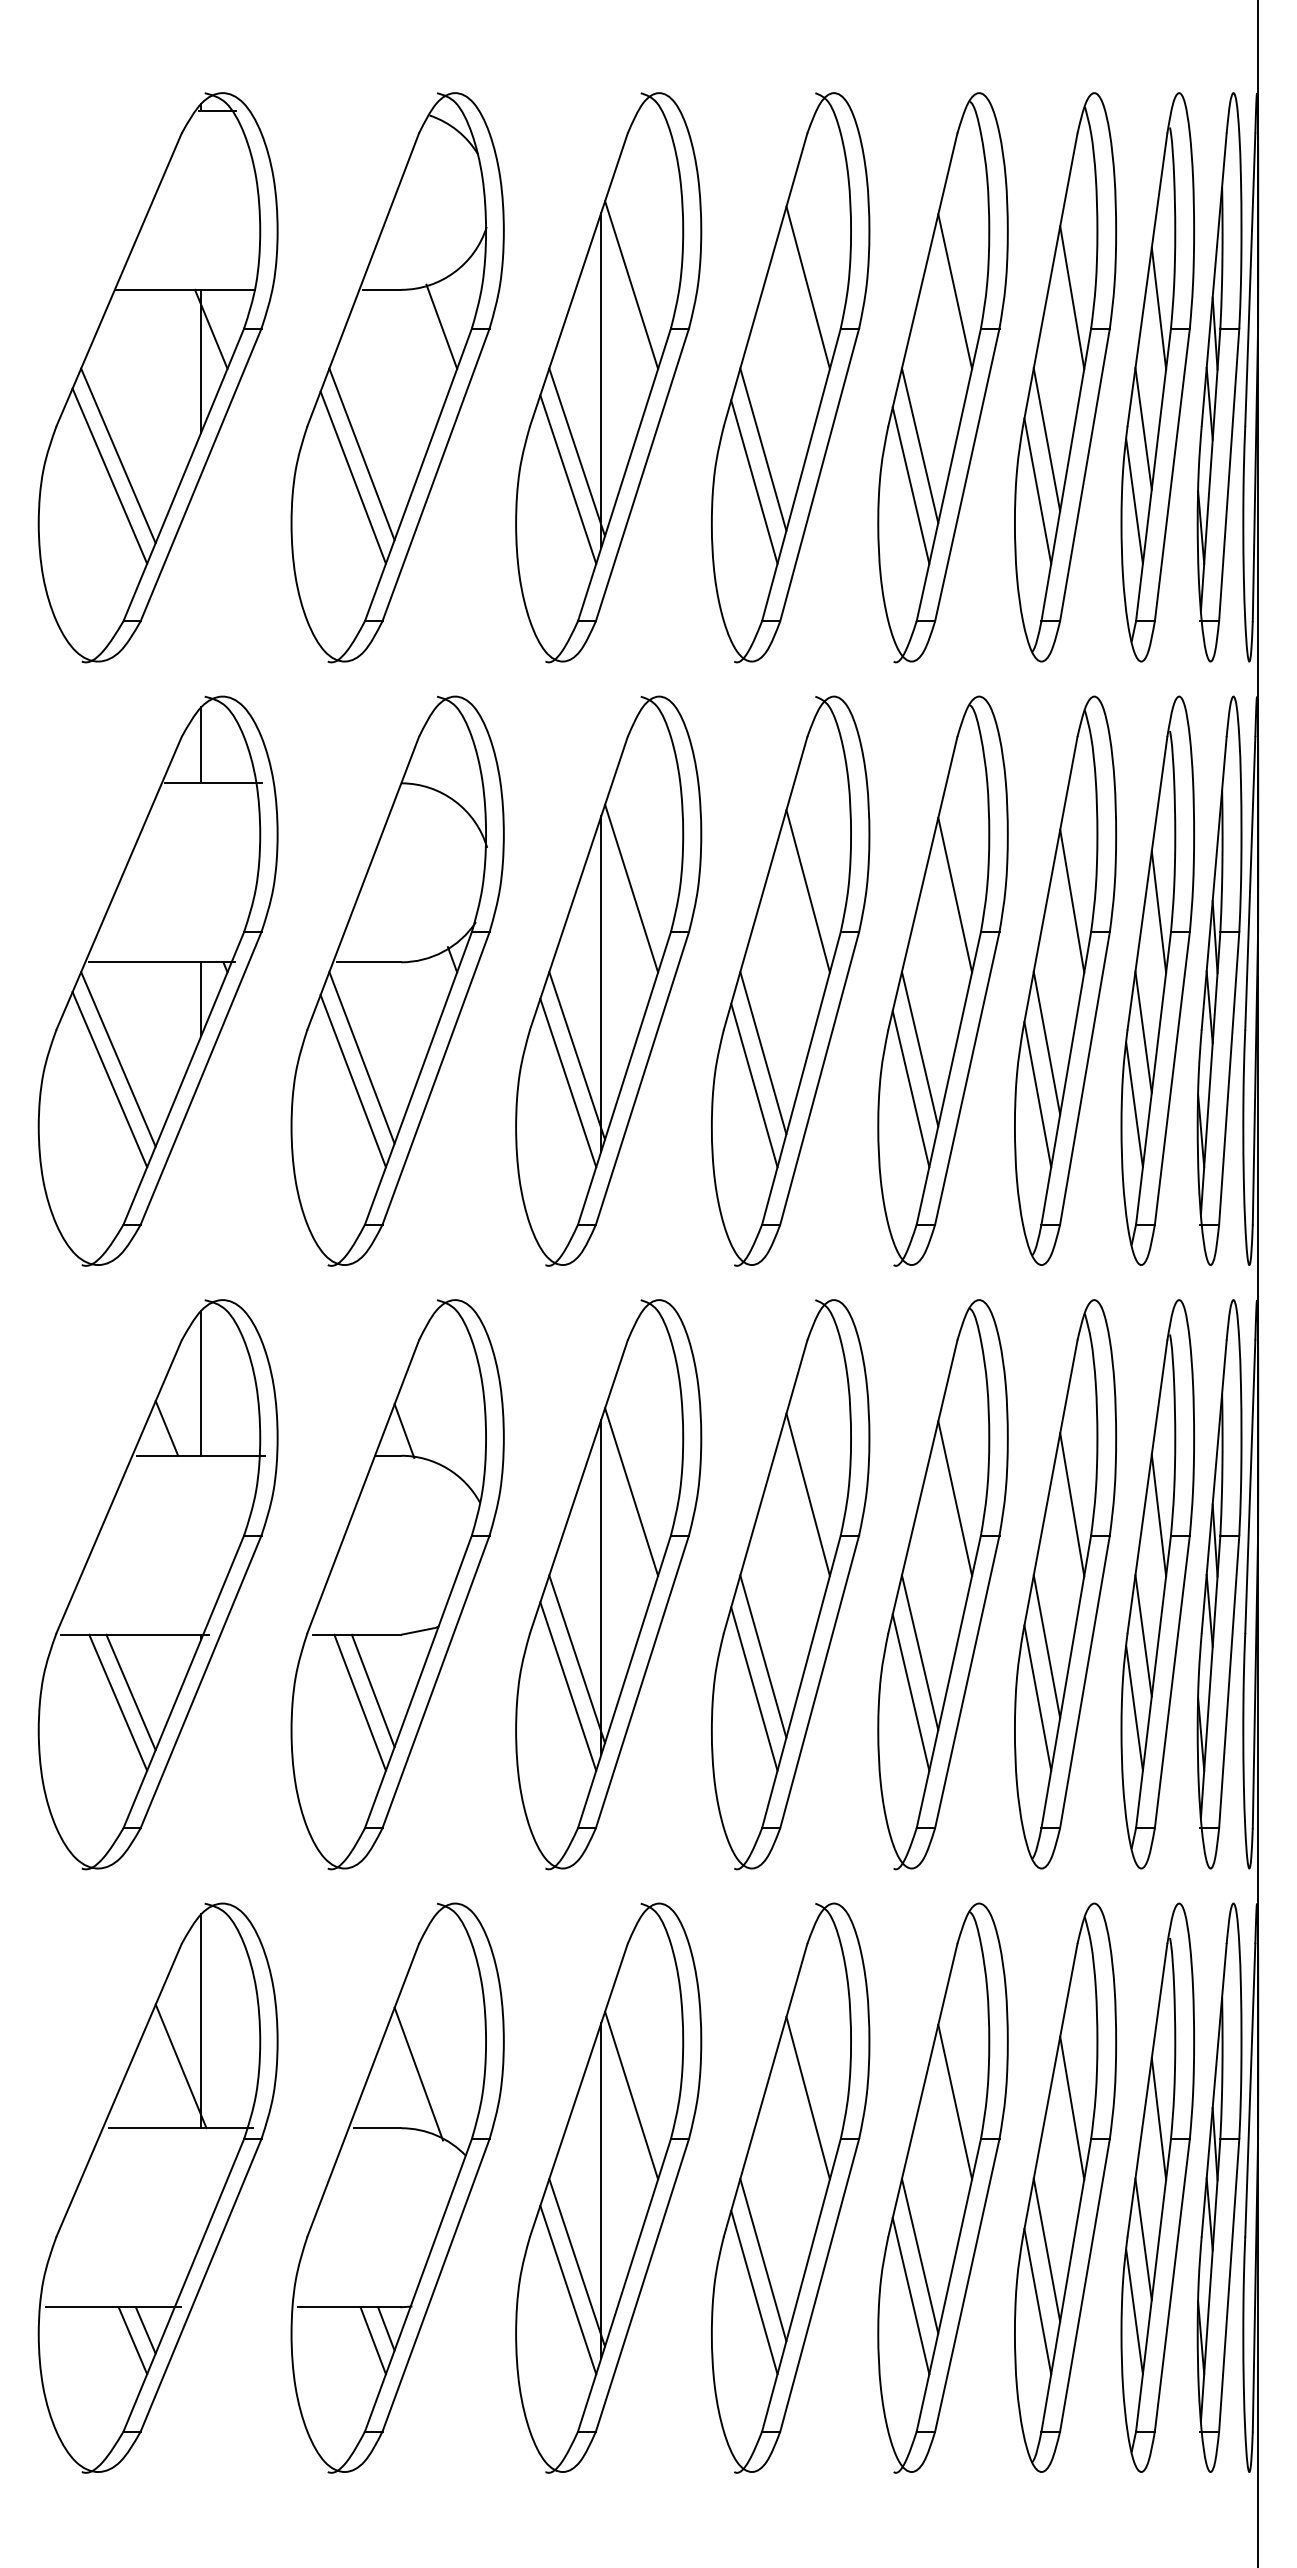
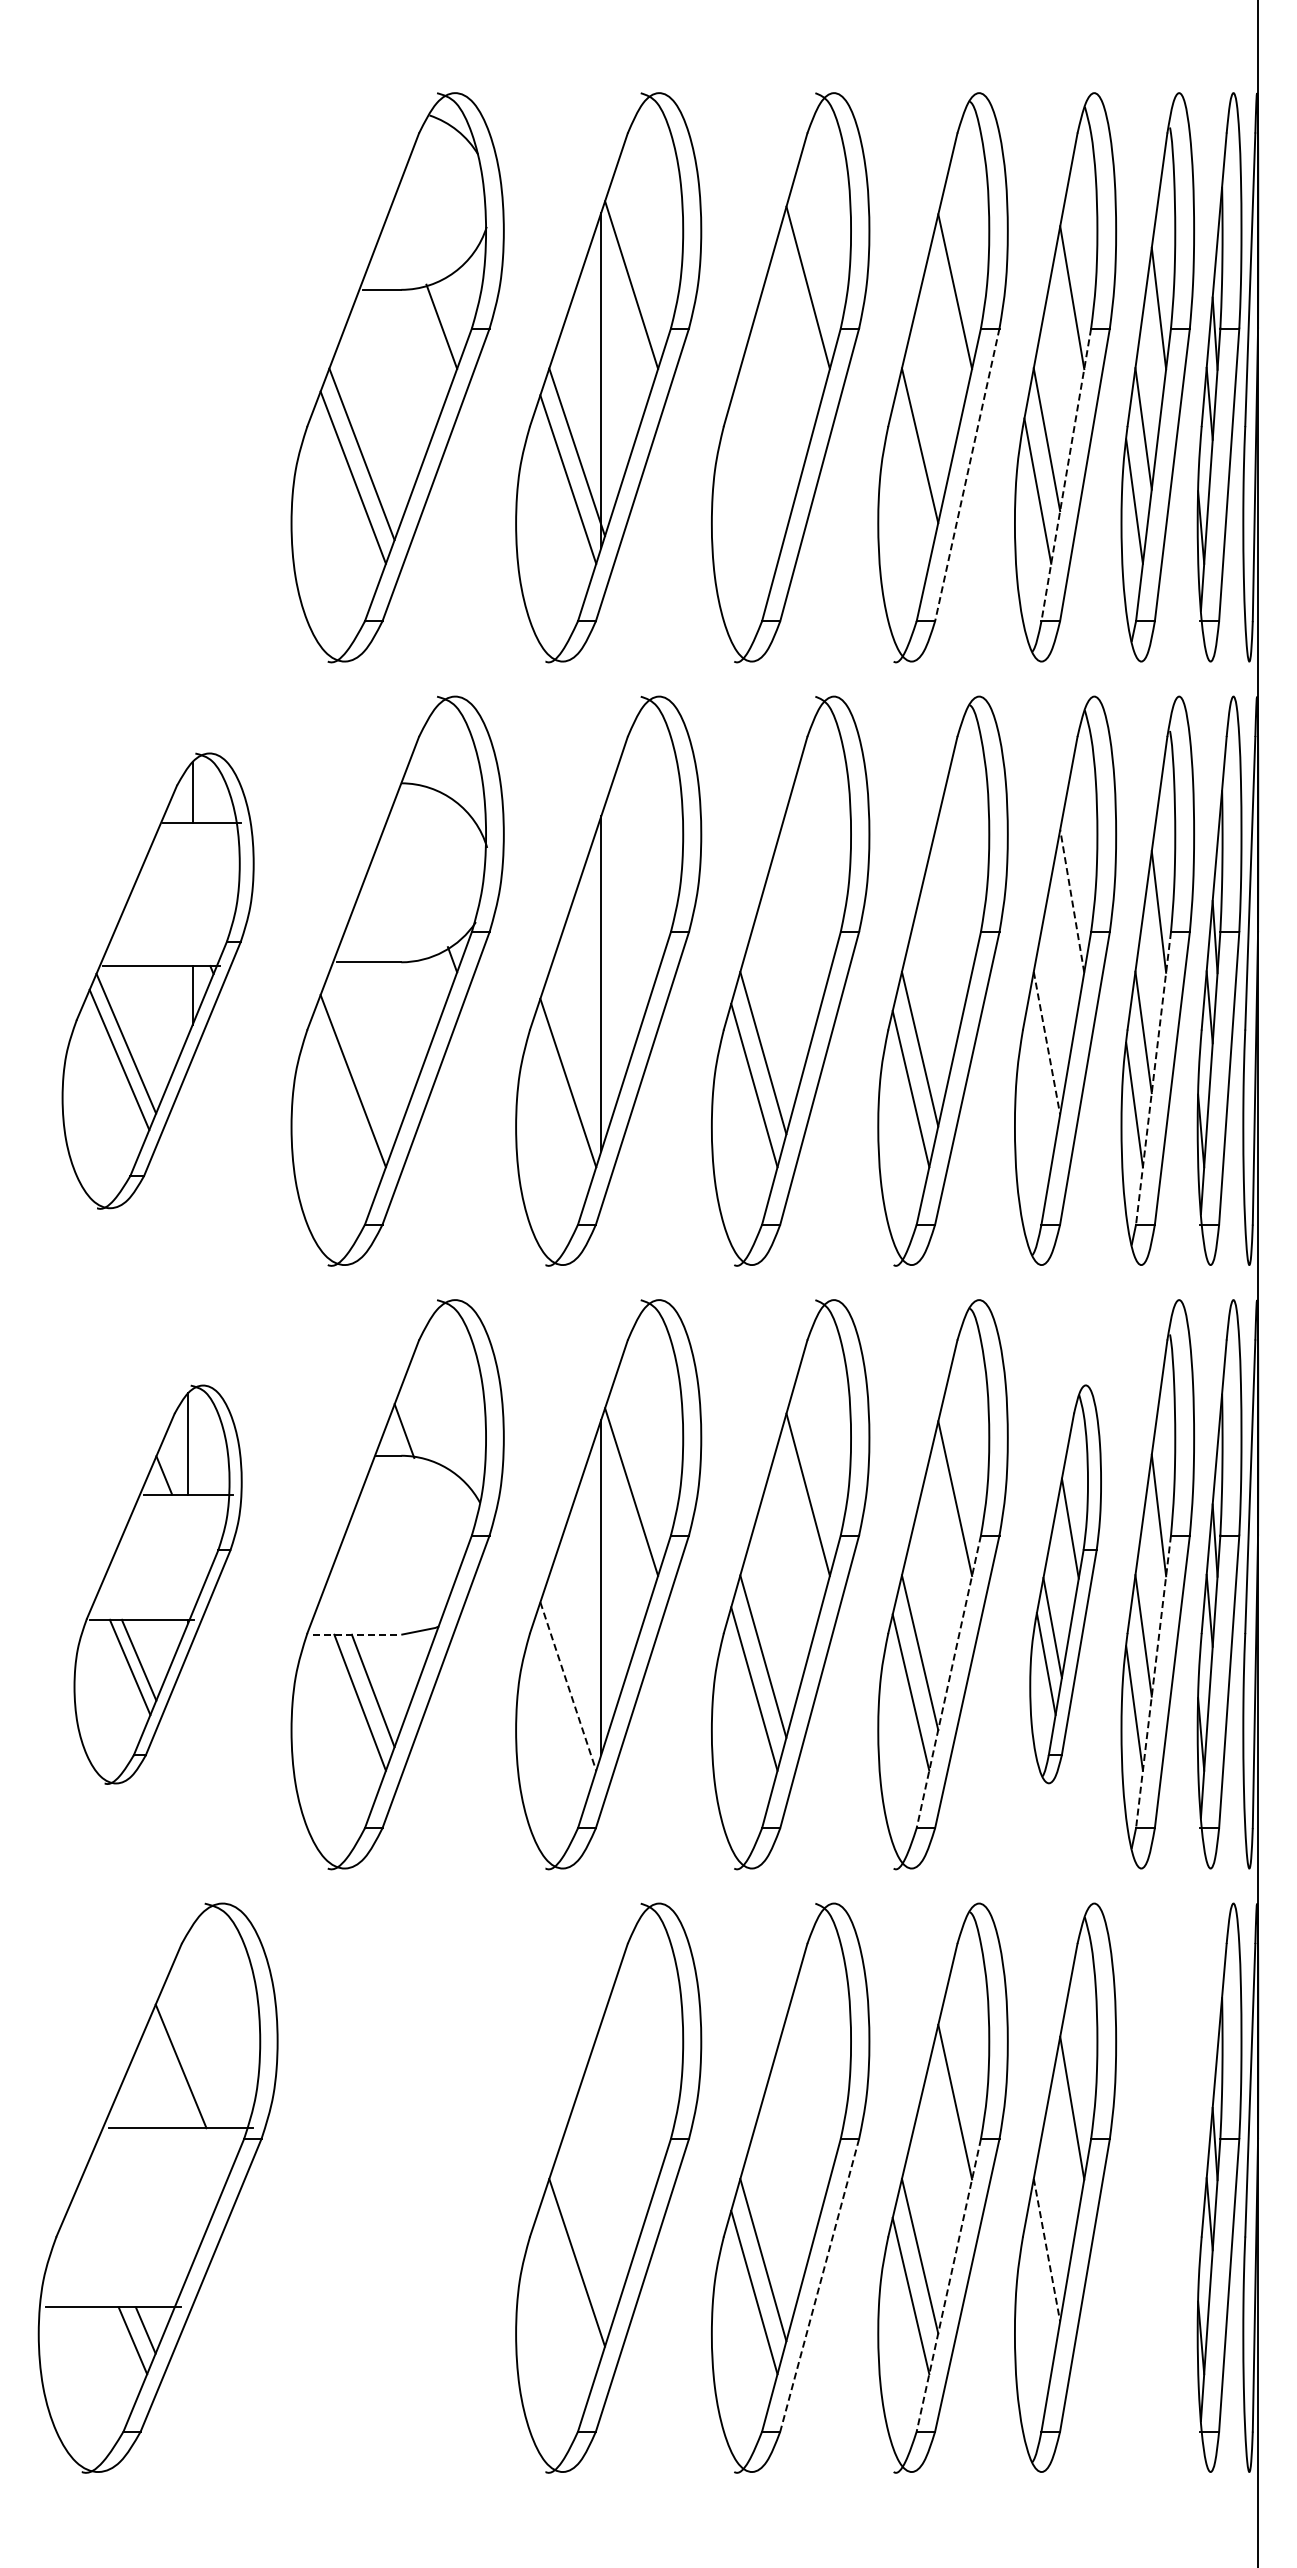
part at (157, 377): present -> none
line at (763, 449): present -> none
line at (967, 474): solid -> dashed
line at (1066, 475): solid -> dashed
line at (754, 481): present -> none
line at (910, 485): present -> none
line at (631, 888): present -> none
line at (807, 891): present -> none
line at (955, 894): present -> none
line at (1072, 900): solid -> dashed
part at (157, 980) size: 242x572 px -> 194x458 px
line at (1046, 1043): solid -> dashed
line at (577, 1055): present -> none
line at (361, 1057): present -> none
line at (1153, 1078): solid -> dashed
line at (1037, 1094): present -> none
part at (157, 1584) size: 242x572 px -> 170x401 px
part at (1065, 1584) size: 104x571 px -> 73x401 px
line at (357, 1634): solid -> dashed
line at (577, 1659): present -> none
line at (948, 1681): solid -> dashed
line at (1153, 1682): solid -> dashed
line at (568, 1686): solid -> dashed
line at (201, 2021): present -> none
line at (631, 2095): present -> none
line at (807, 2098): present -> none
part at (397, 2187): present -> none
part at (1157, 2187): present -> none
line at (601, 2190): present -> none
line at (1046, 2250): solid -> dashed
line at (819, 2285): solid -> dashed
line at (948, 2285): solid -> dashed
line at (568, 2289): present -> none
line at (1037, 2301): present -> none
